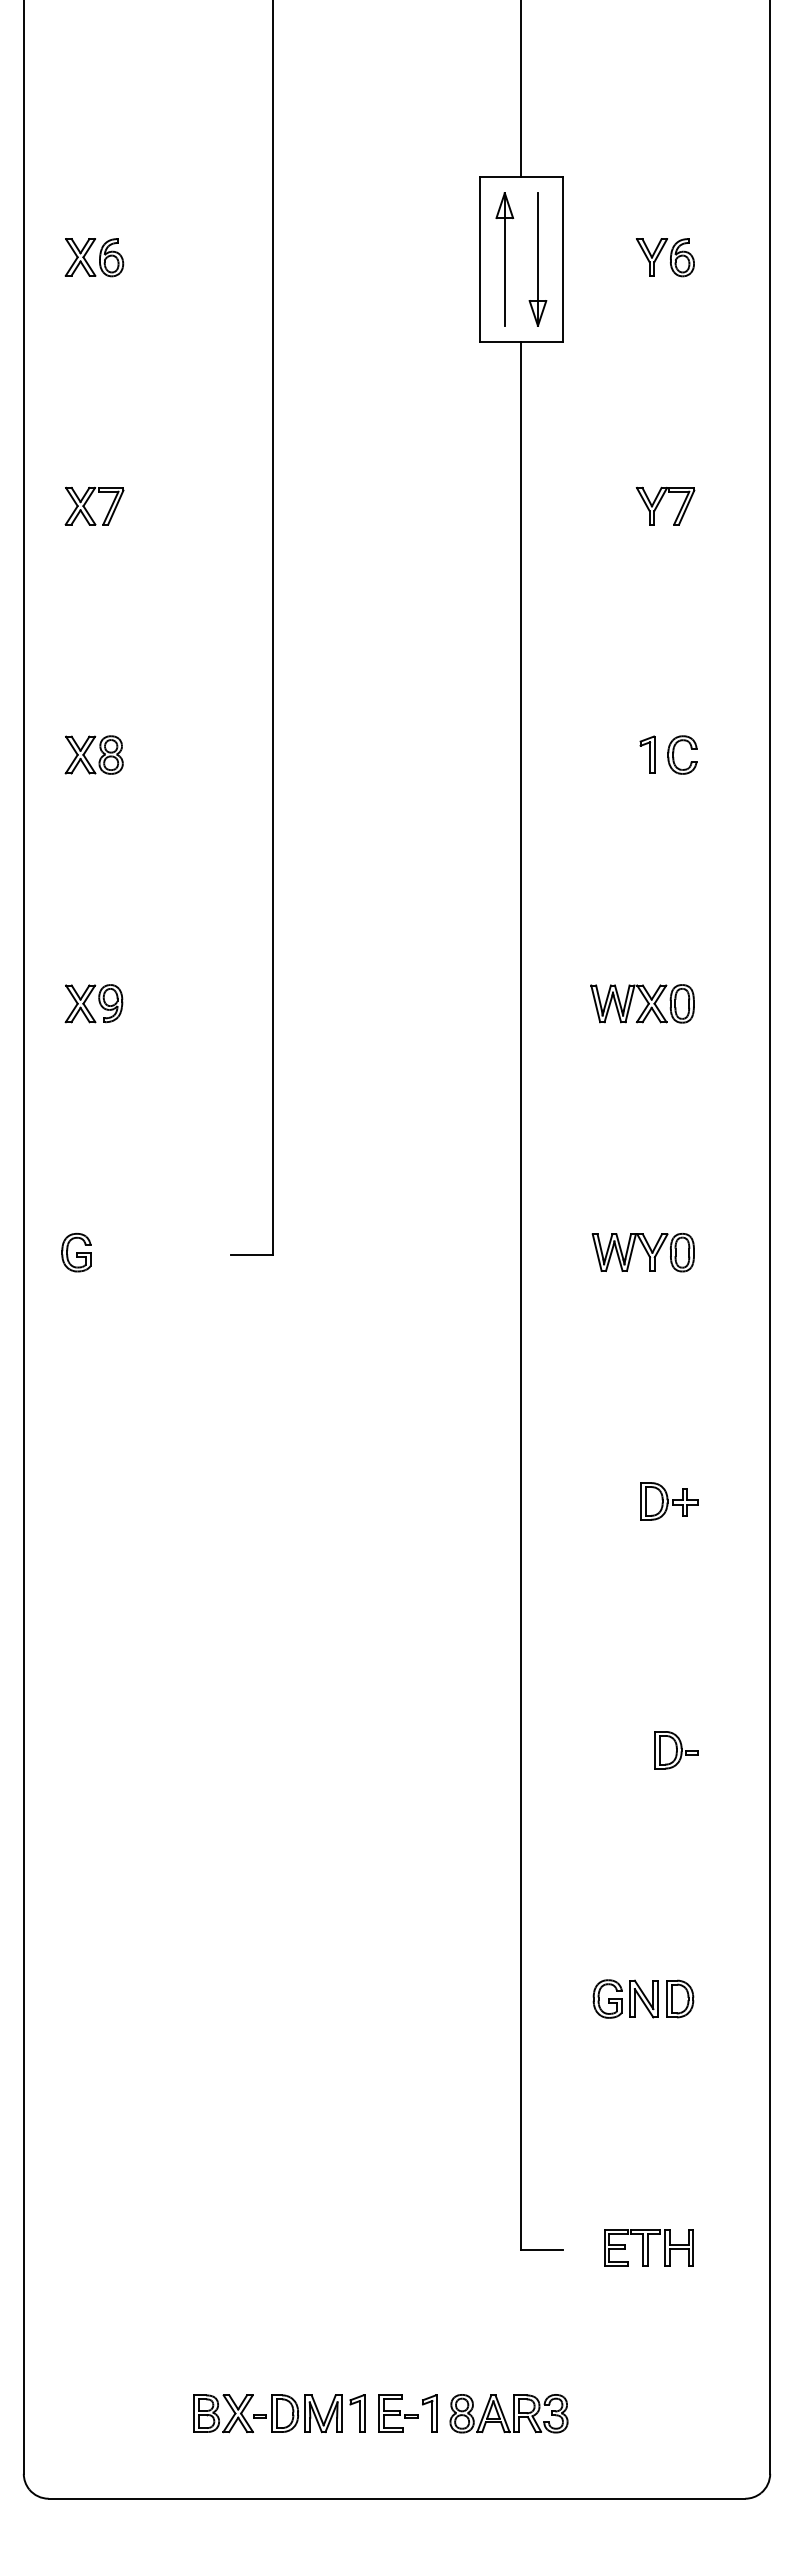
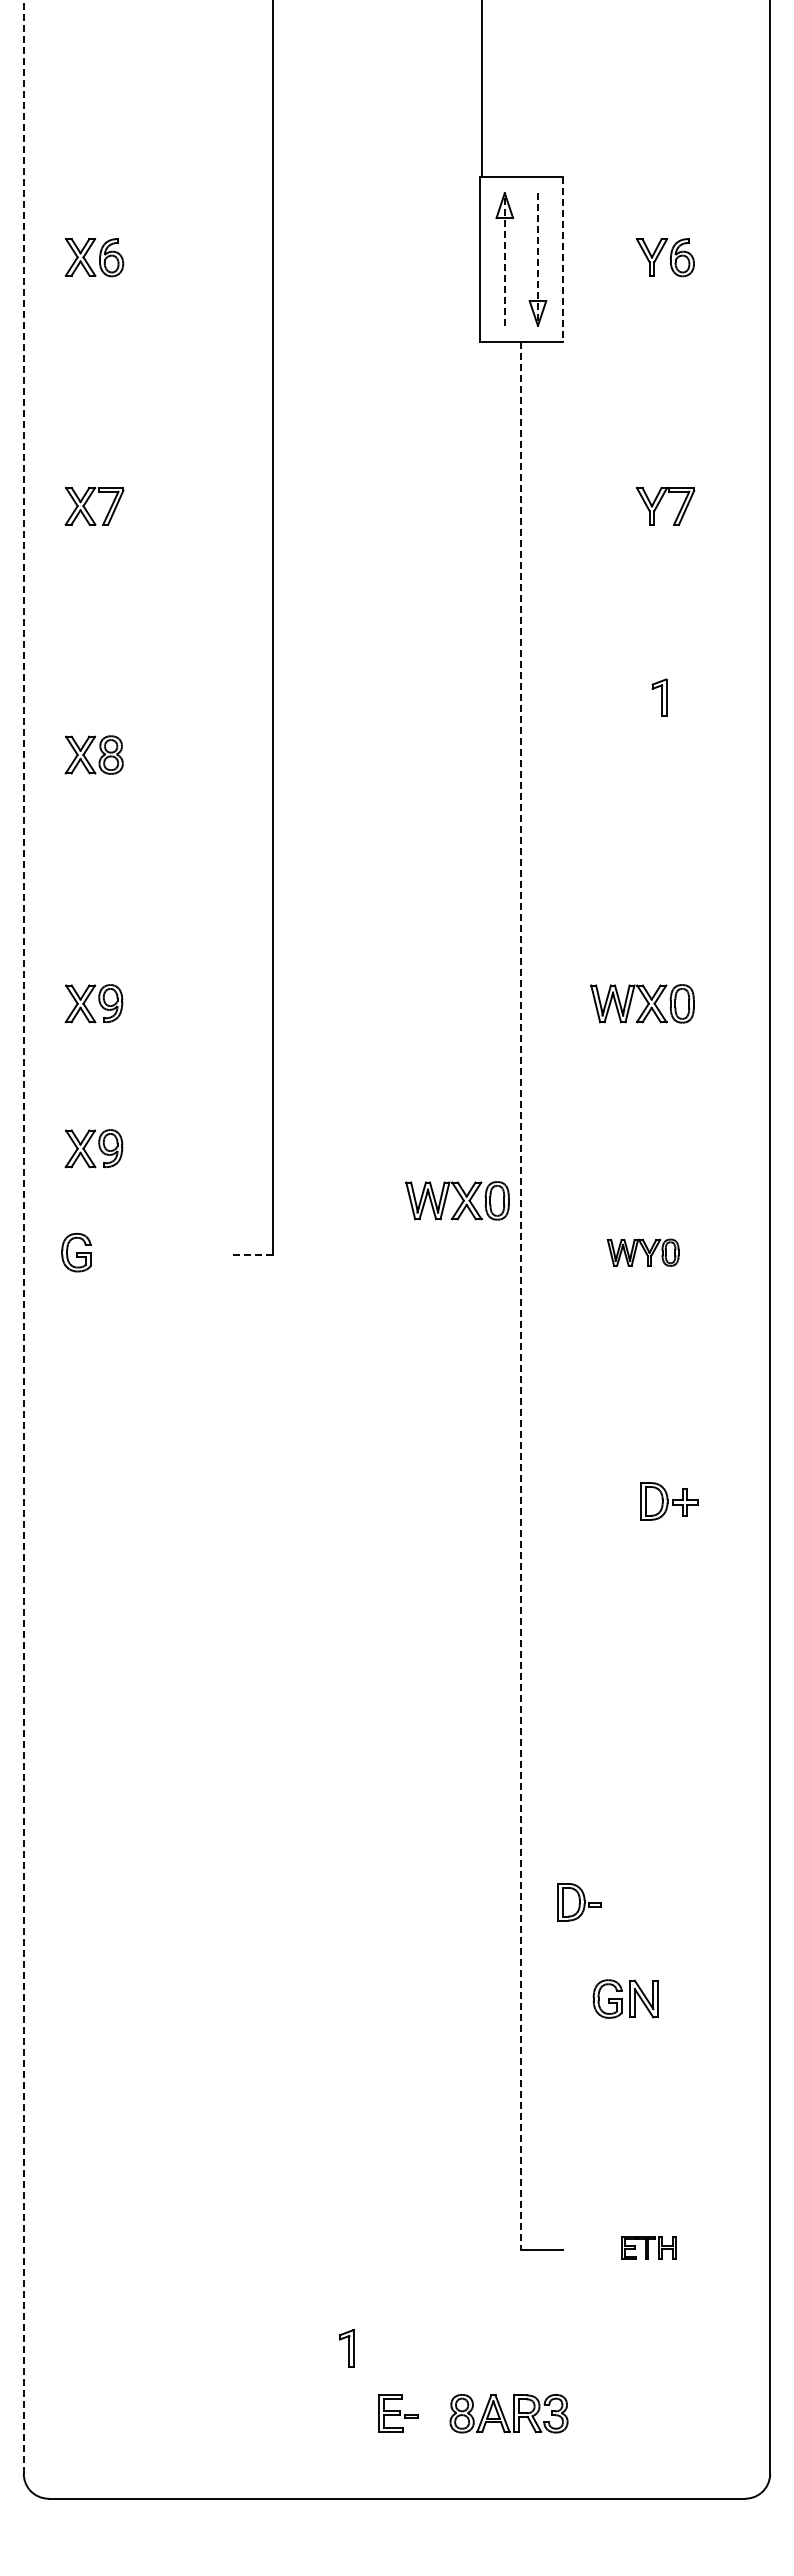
line at (521, 89) position: (521, 89) -> (482, 89)
line at (504, 259): solid -> dashed
line at (562, 259): solid -> dashed
line at (537, 260): solid -> dashed
part at (674, 752): present -> none
part at (647, 754) position: (647, 754) -> (659, 697)
part at (93, 1148): none -> present
part at (457, 1200): none -> present
line at (23, 1237): solid -> dashed
part at (642, 1252) size: 104x40 px -> 74x29 px
line at (251, 1254): solid -> dashed
line at (521, 1296): solid -> dashed
part at (676, 1750) position: (676, 1750) -> (579, 1902)
part at (680, 1998): present -> none
part at (648, 2247) size: 90x38 px -> 56x24 px
part at (279, 2413): present -> none
part at (429, 2413) position: (429, 2413) -> (346, 2348)
